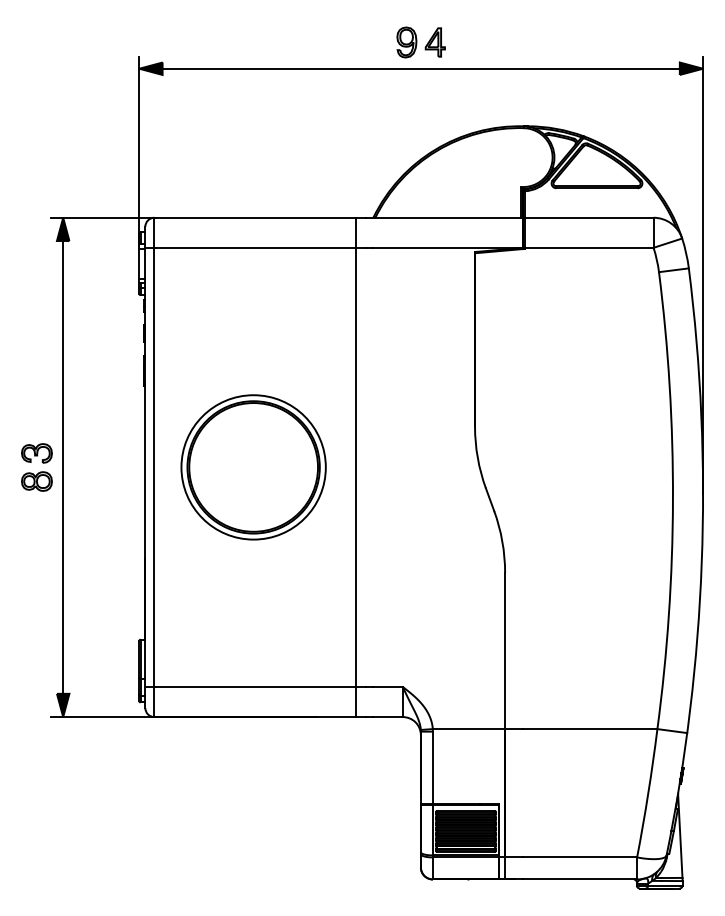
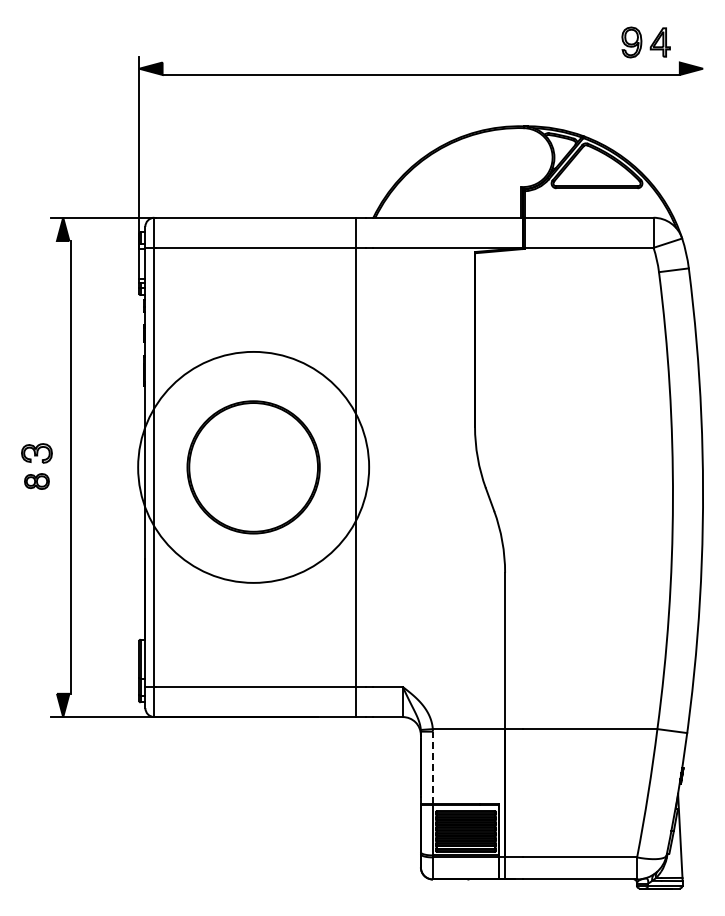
part at (420, 42) position: (420, 42) -> (645, 42)
line at (420, 68) position: (420, 68) -> (420, 74)
line at (703, 275): present -> none
line at (63, 467) position: (63, 467) -> (71, 467)
circle at (253, 467) diameter: 144 px -> 231 px
part at (36, 481) size: 32x21 px -> 26x17 px
line at (432, 767): solid -> dashed
